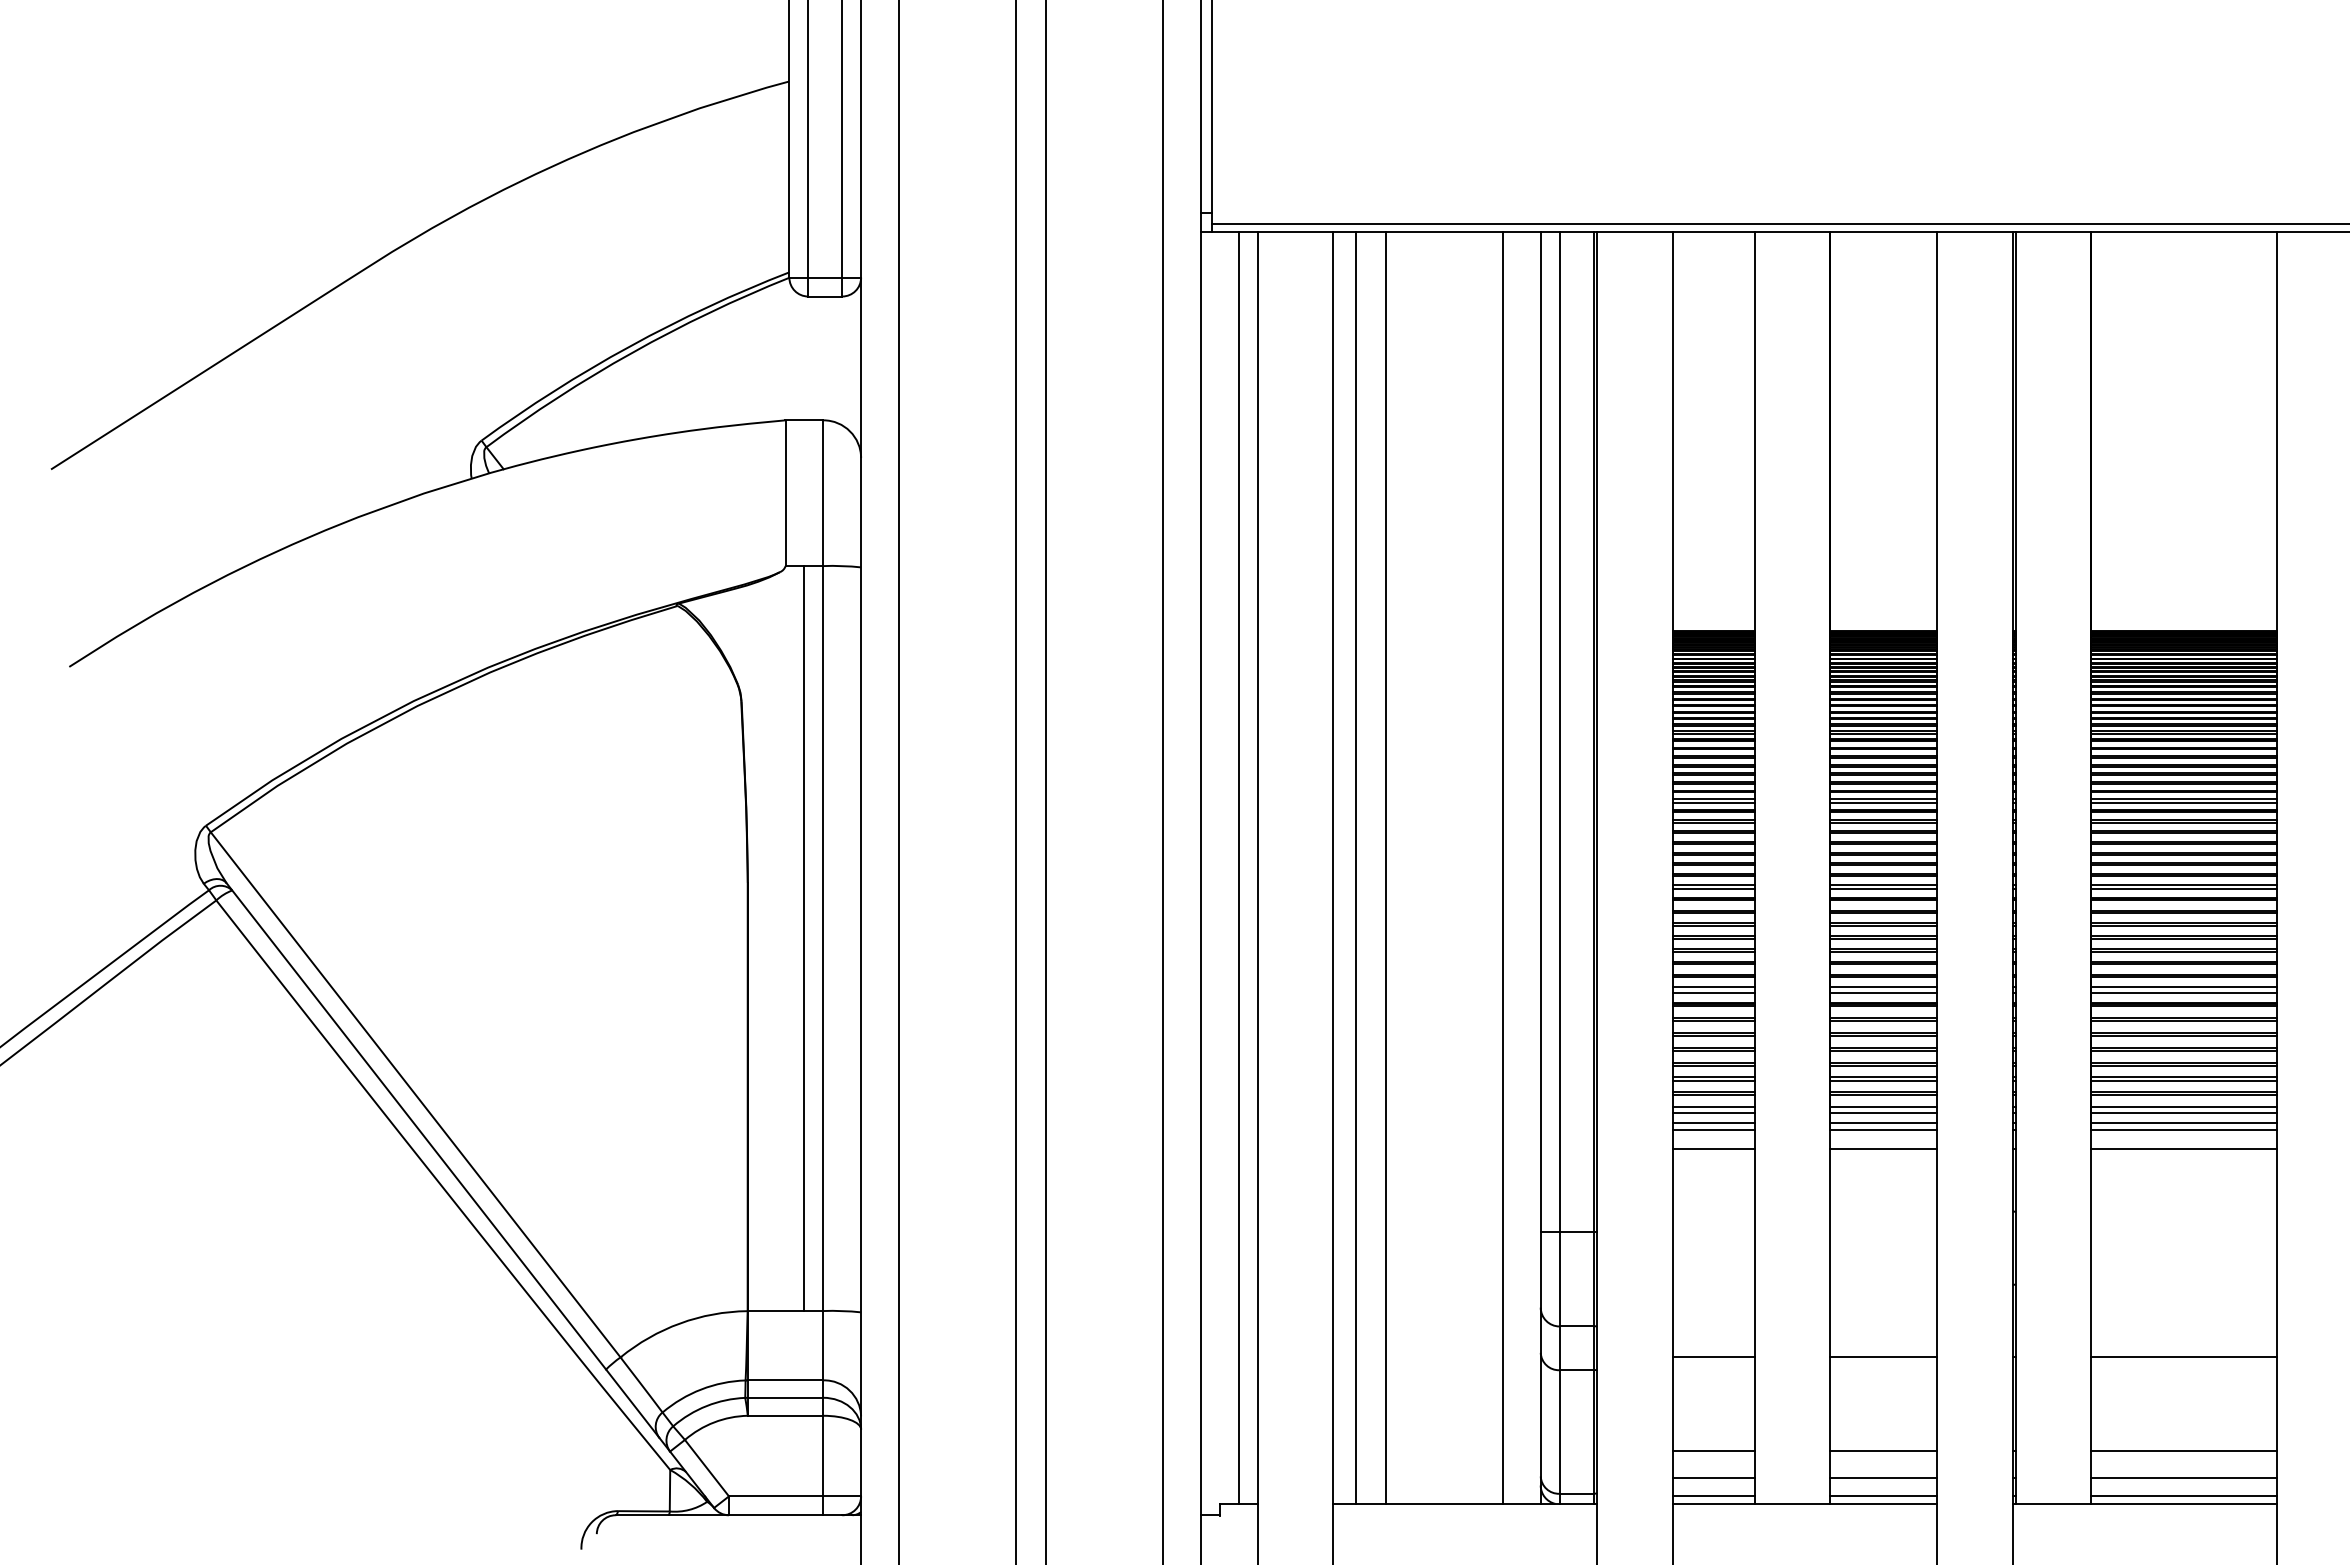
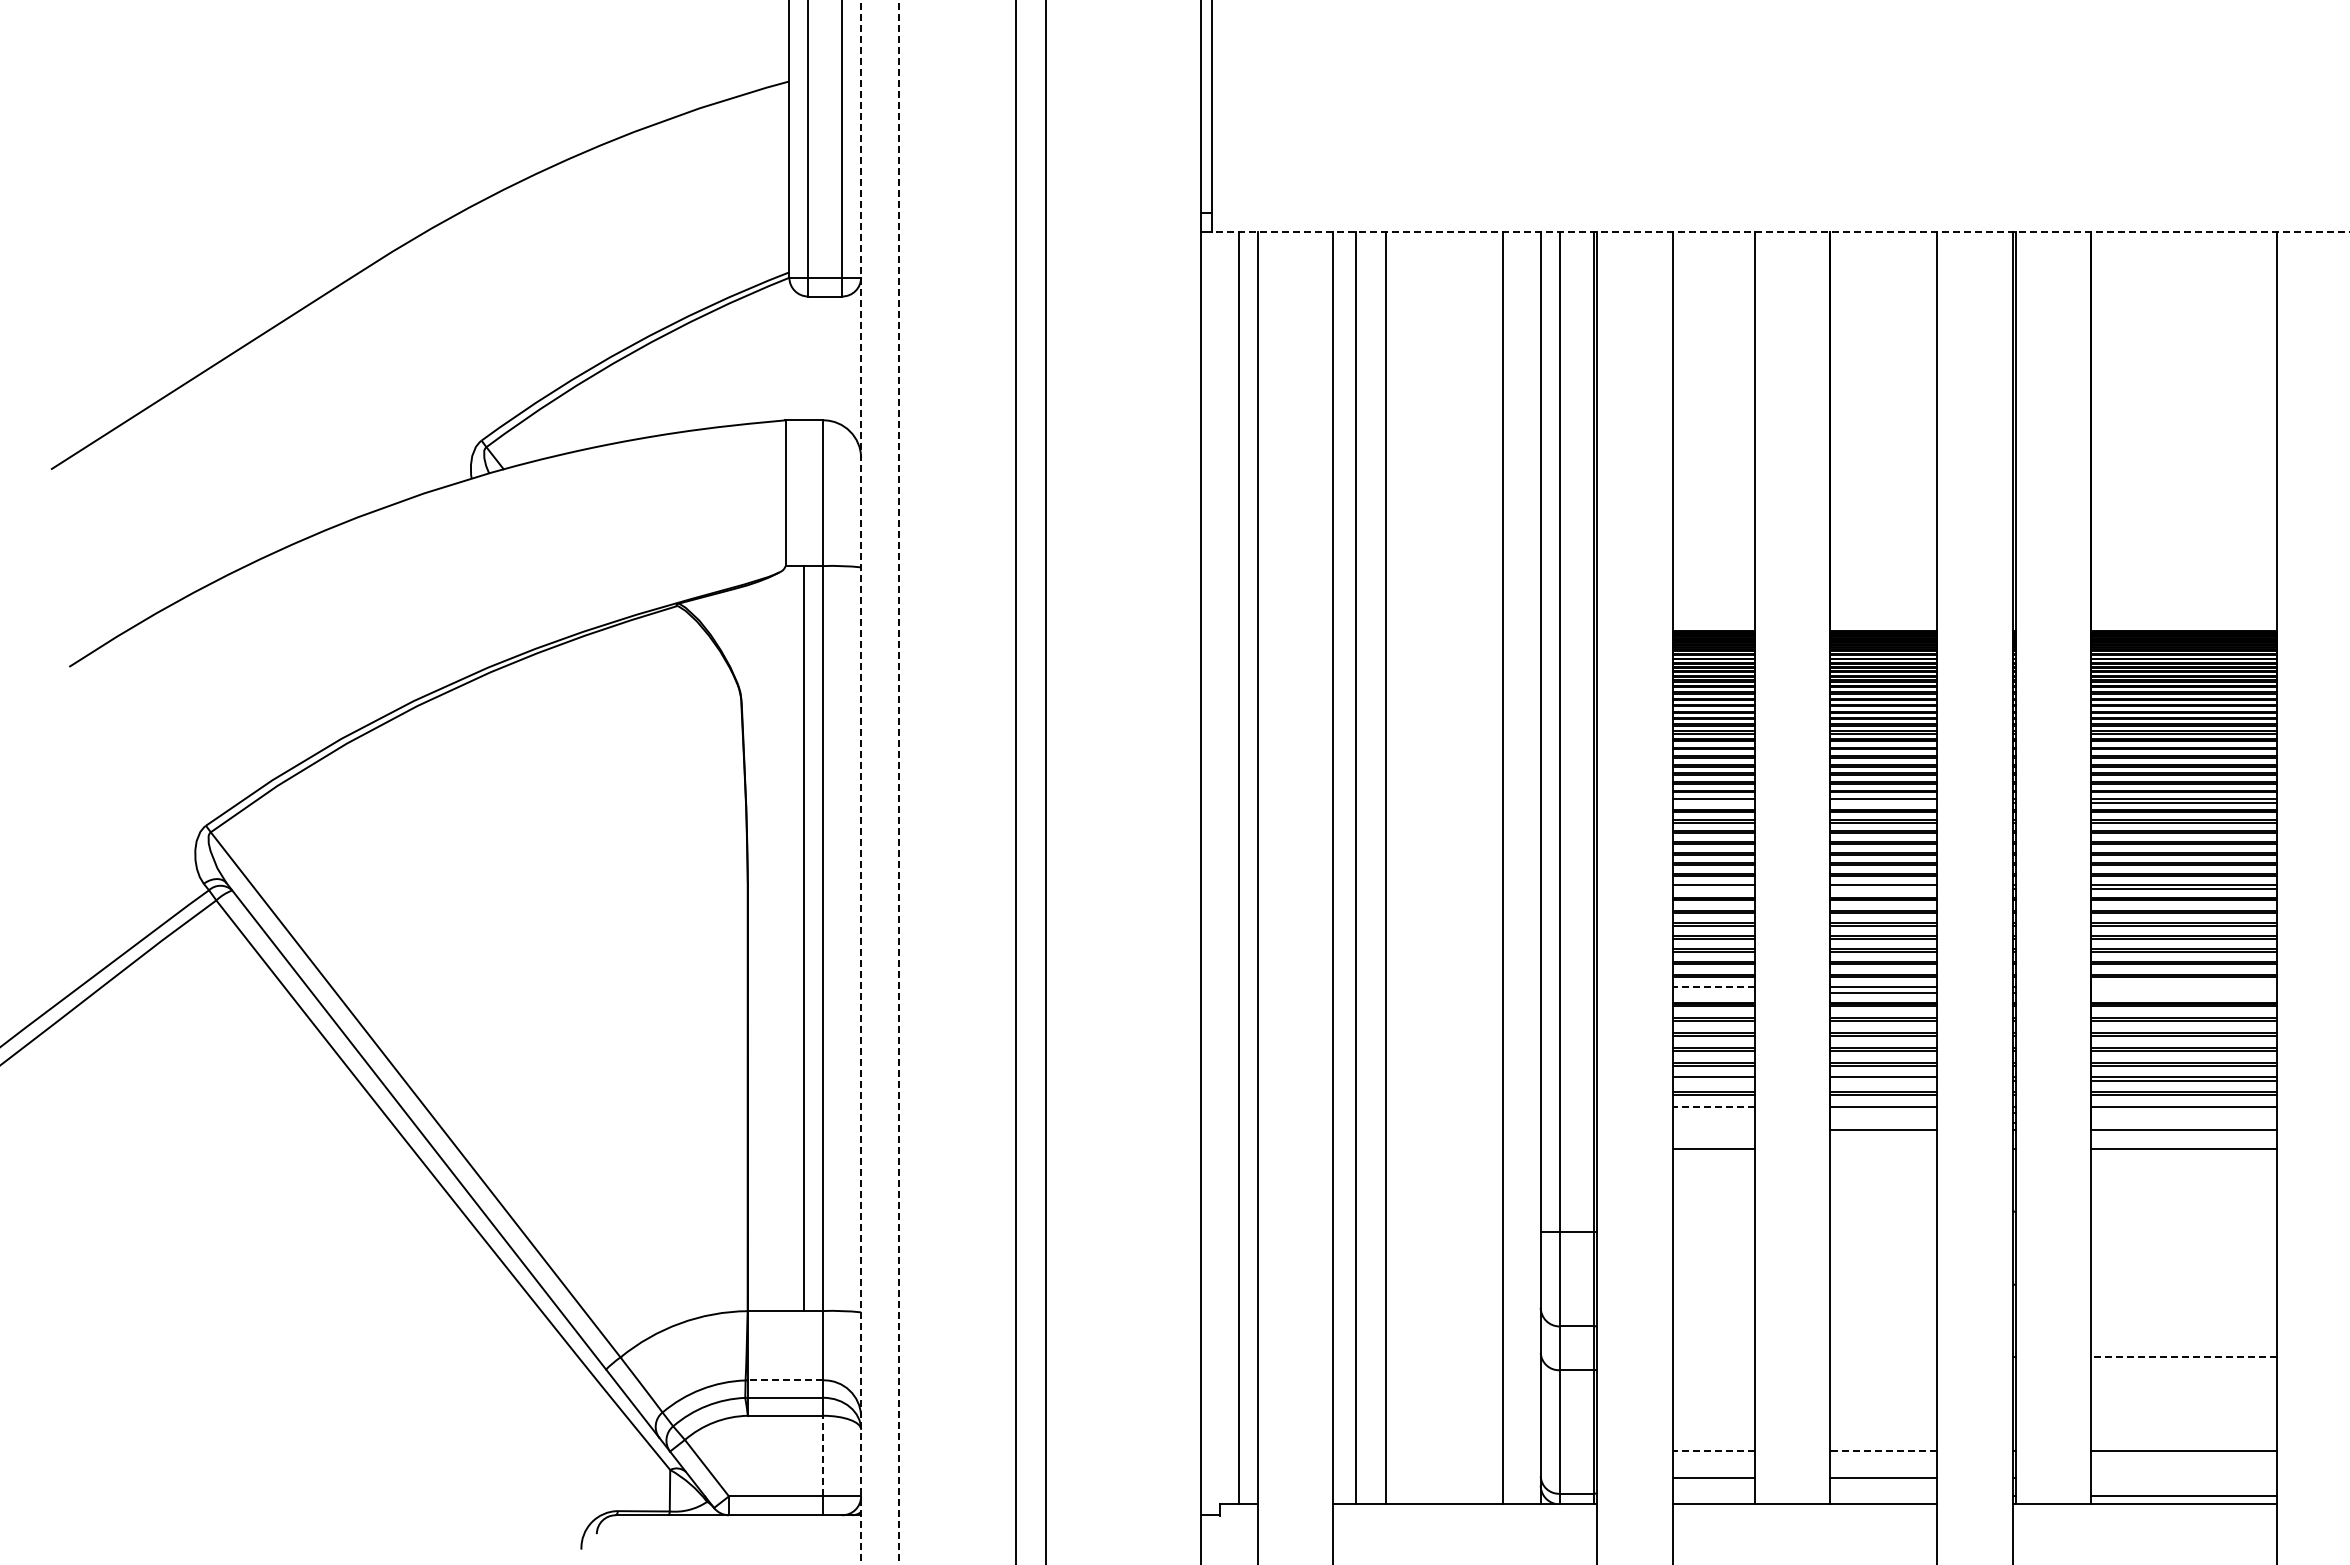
line at (1779, 224): present -> none
line at (1780, 231): solid -> dashed
line at (1163, 781): present -> none
line at (861, 783): solid -> dashed
line at (898, 783): solid -> dashed
line at (1713, 802): present -> none
line at (1883, 802): present -> none
line at (1713, 889): present -> none
line at (1883, 889): present -> none
line at (1713, 987): solid -> dashed
line at (2183, 987): present -> none
line at (1713, 992): present -> none
line at (2183, 992): present -> none
line at (1713, 1080): present -> none
line at (1883, 1080): present -> none
line at (1713, 1107): solid -> dashed
line at (1713, 1113): present -> none
line at (1883, 1113): present -> none
line at (2183, 1113): present -> none
line at (1713, 1122): present -> none
line at (1883, 1122): present -> none
line at (2183, 1122): present -> none
line at (1713, 1130): present -> none
line at (1883, 1149): present -> none
line at (1713, 1356): present -> none
line at (1883, 1356): present -> none
line at (2184, 1356): solid -> dashed
line at (785, 1380): solid -> dashed
line at (1713, 1451): solid -> dashed
line at (1883, 1451): solid -> dashed
line at (823, 1455): solid -> dashed
line at (2183, 1477): present -> none
line at (1713, 1496): present -> none
line at (1883, 1496): present -> none
